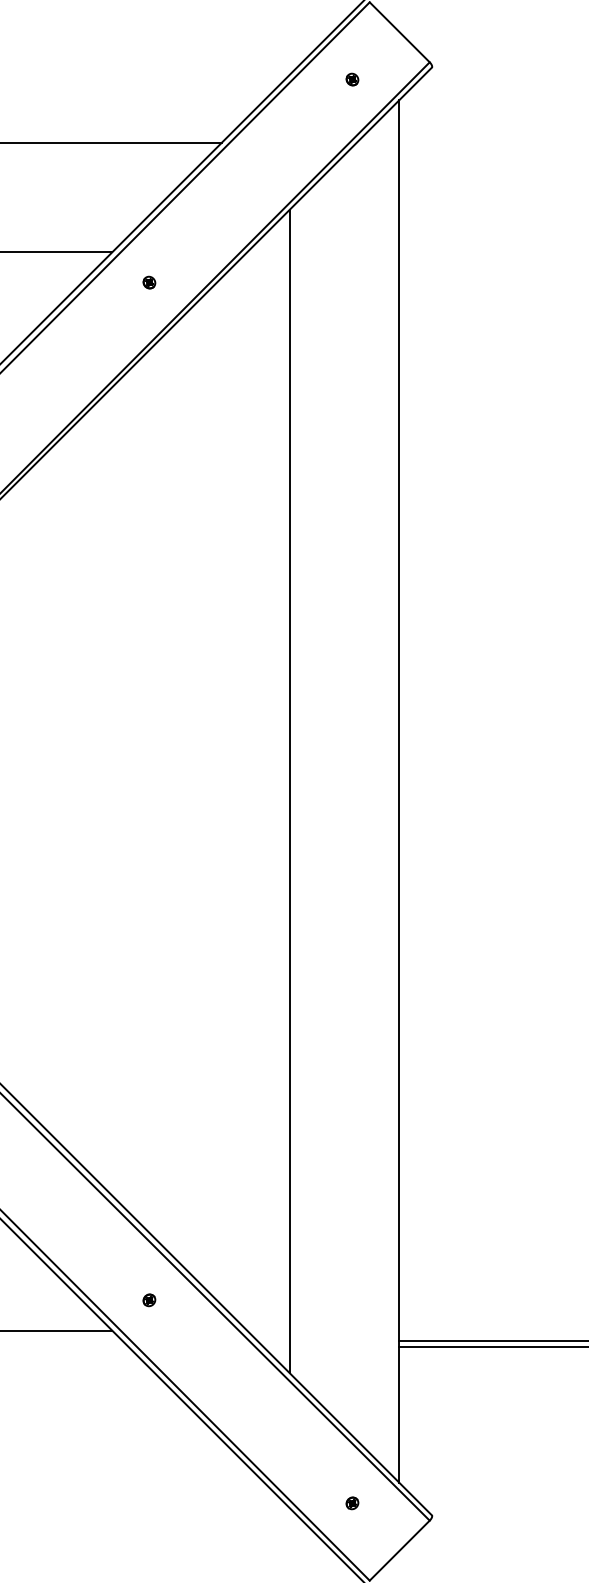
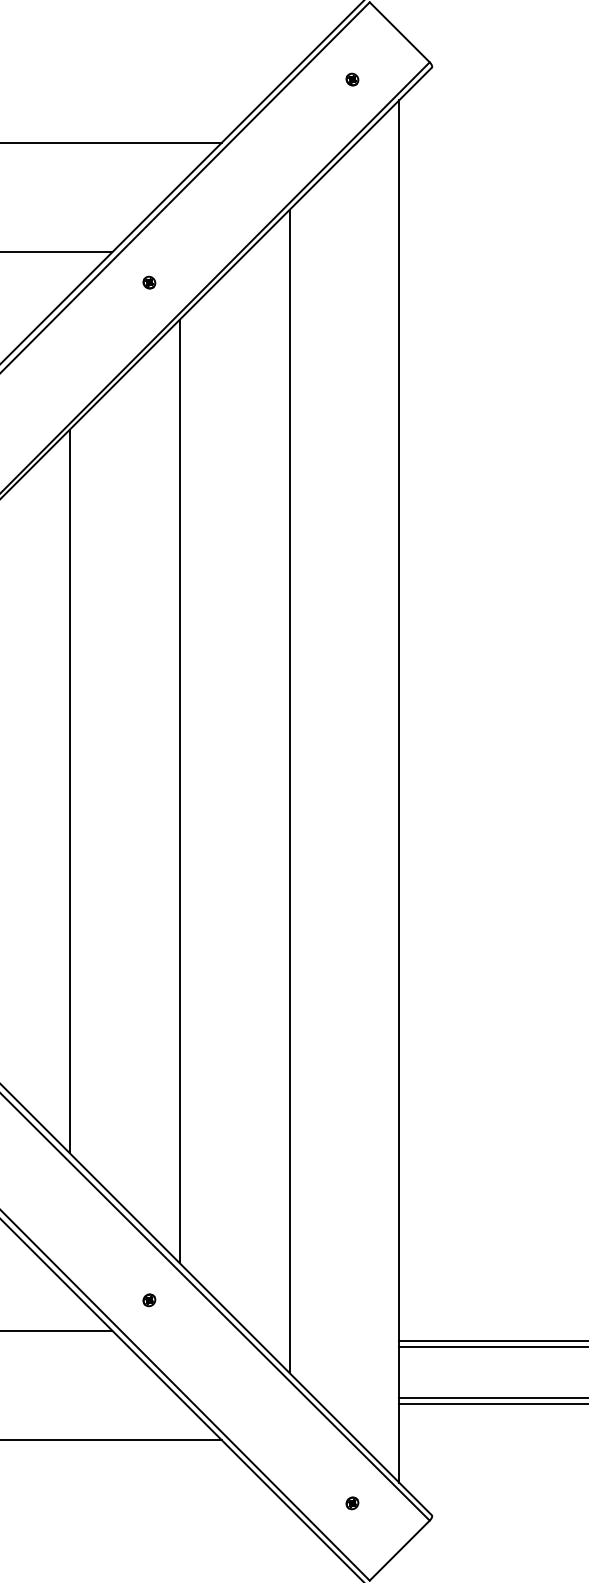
line at (69, 791): none -> present
line at (179, 791): none -> present
line at (492, 1398): none -> present
line at (492, 1404): none -> present
line at (112, 1440): none -> present
